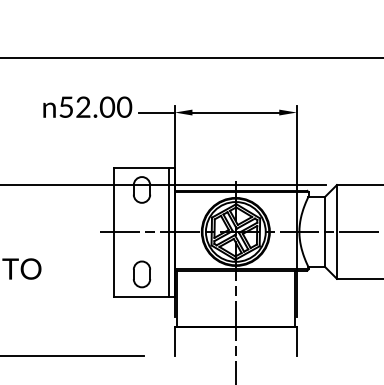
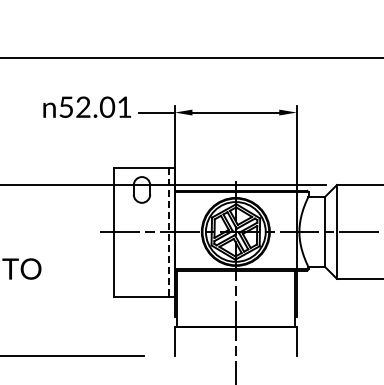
text at (124, 106): 52.00 -> 52.01
line at (168, 232): solid -> dashed
part at (142, 274): present -> none
